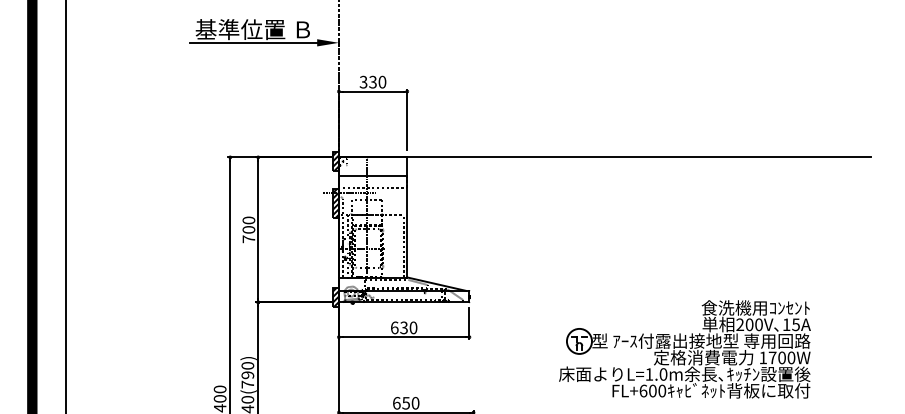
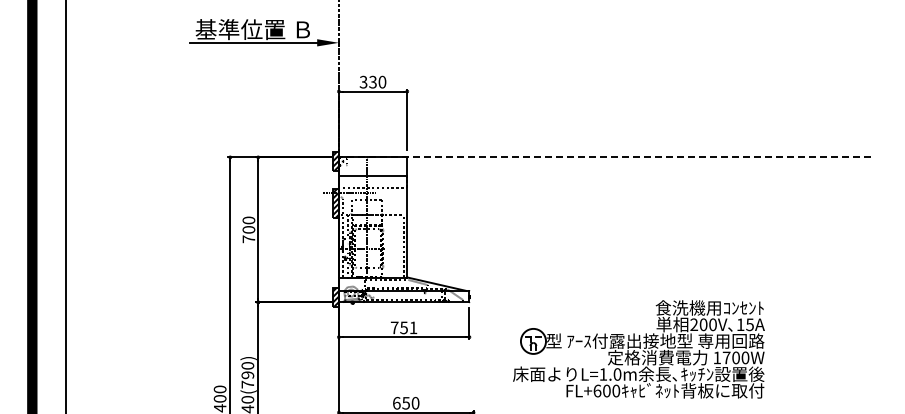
line at (604, 157): solid -> dashed
text at (403, 327): 630 -> 751
part at (684, 349) position: (684, 349) -> (638, 349)
